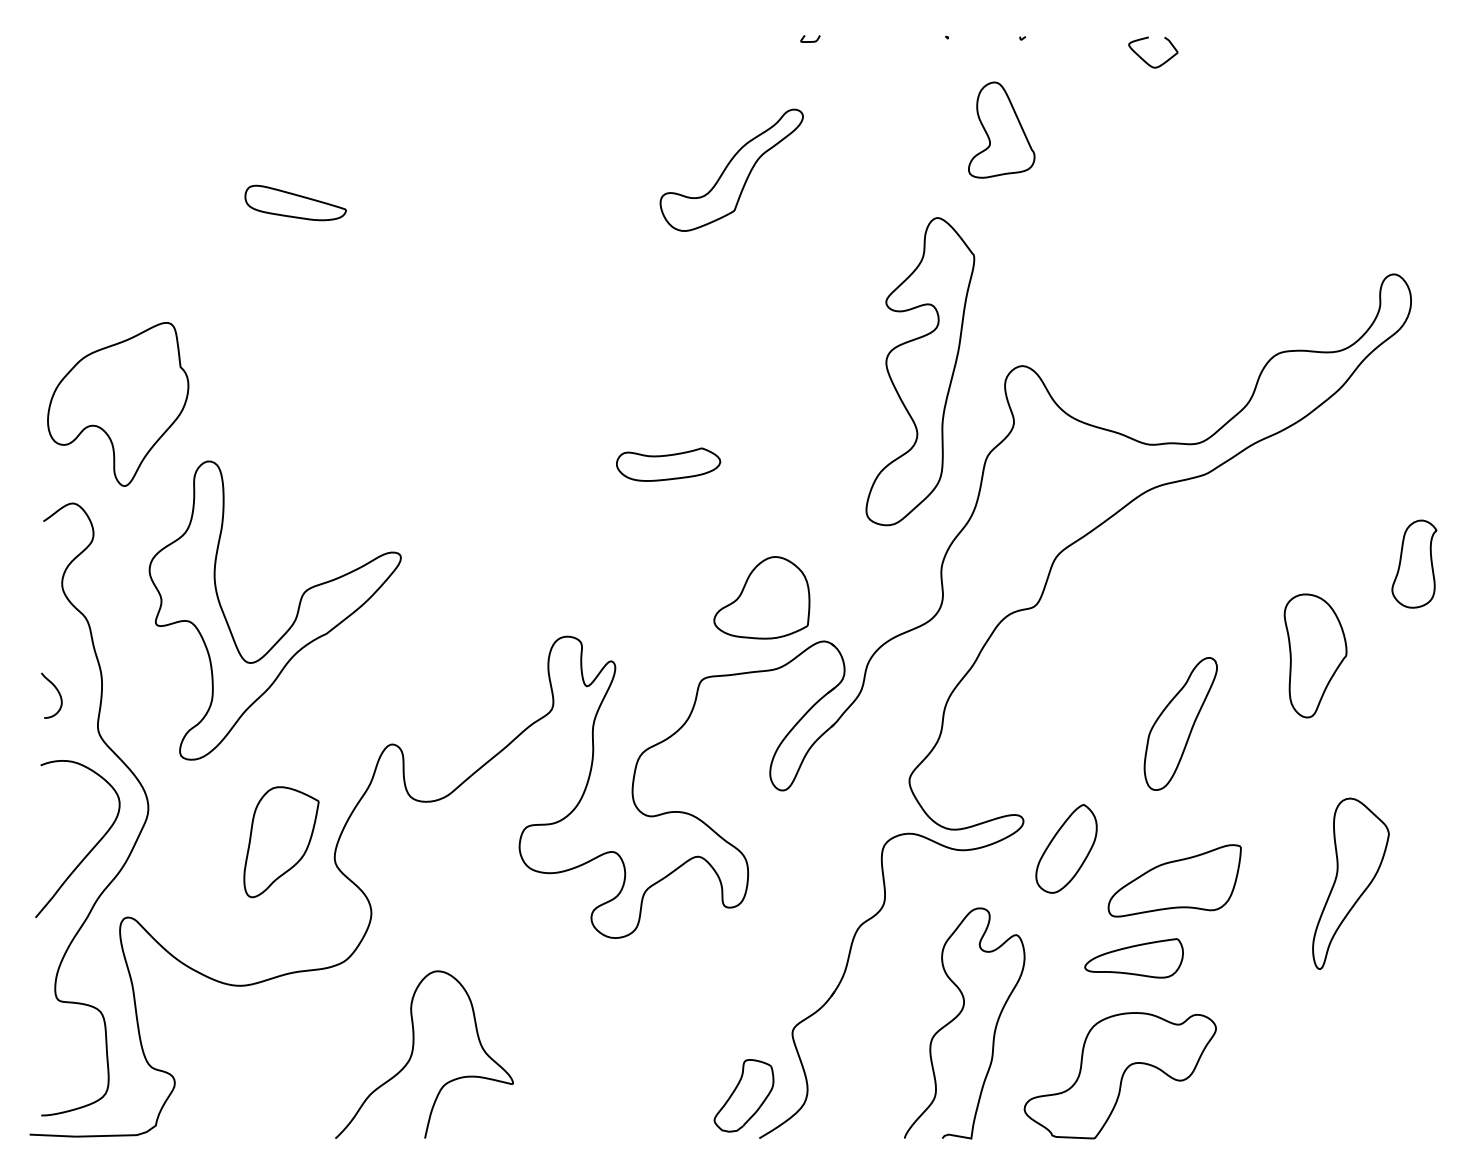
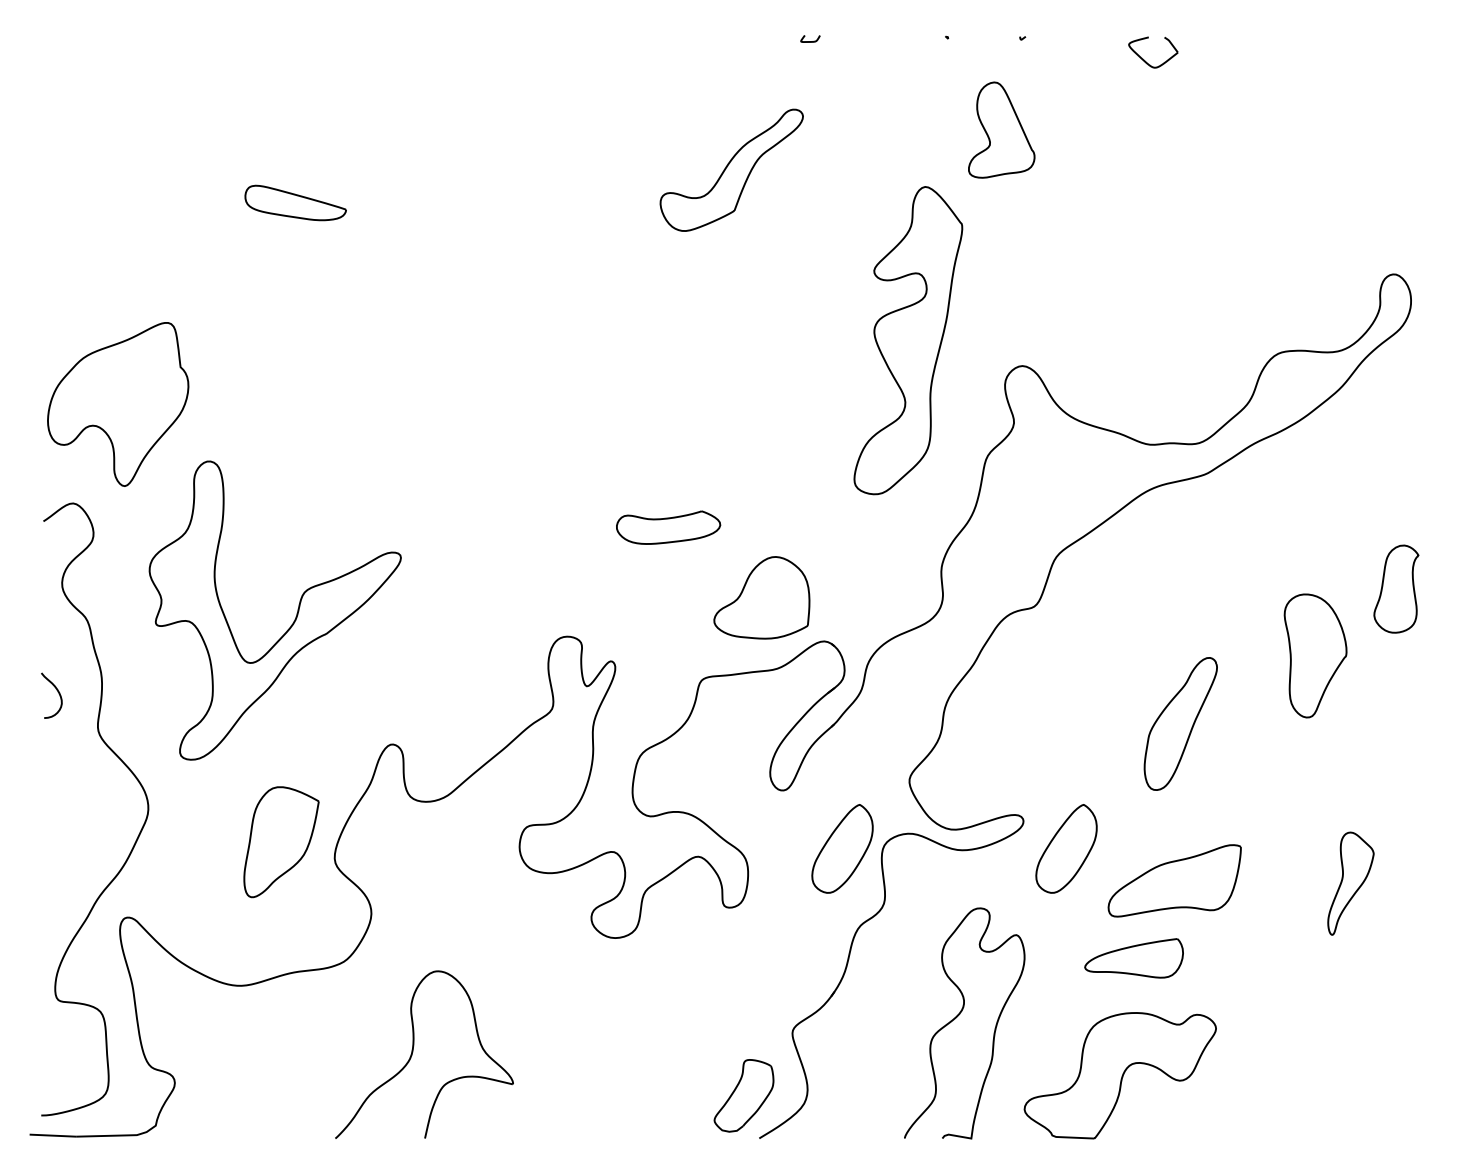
part at (920, 371) position: (920, 371) -> (908, 340)
part at (668, 464) position: (668, 464) -> (668, 527)
part at (1414, 563) position: (1414, 563) -> (1396, 588)
curve at (91, 848): present -> none
part at (842, 848): none -> present
part at (1350, 883) size: 78x173 px -> 48x105 px
